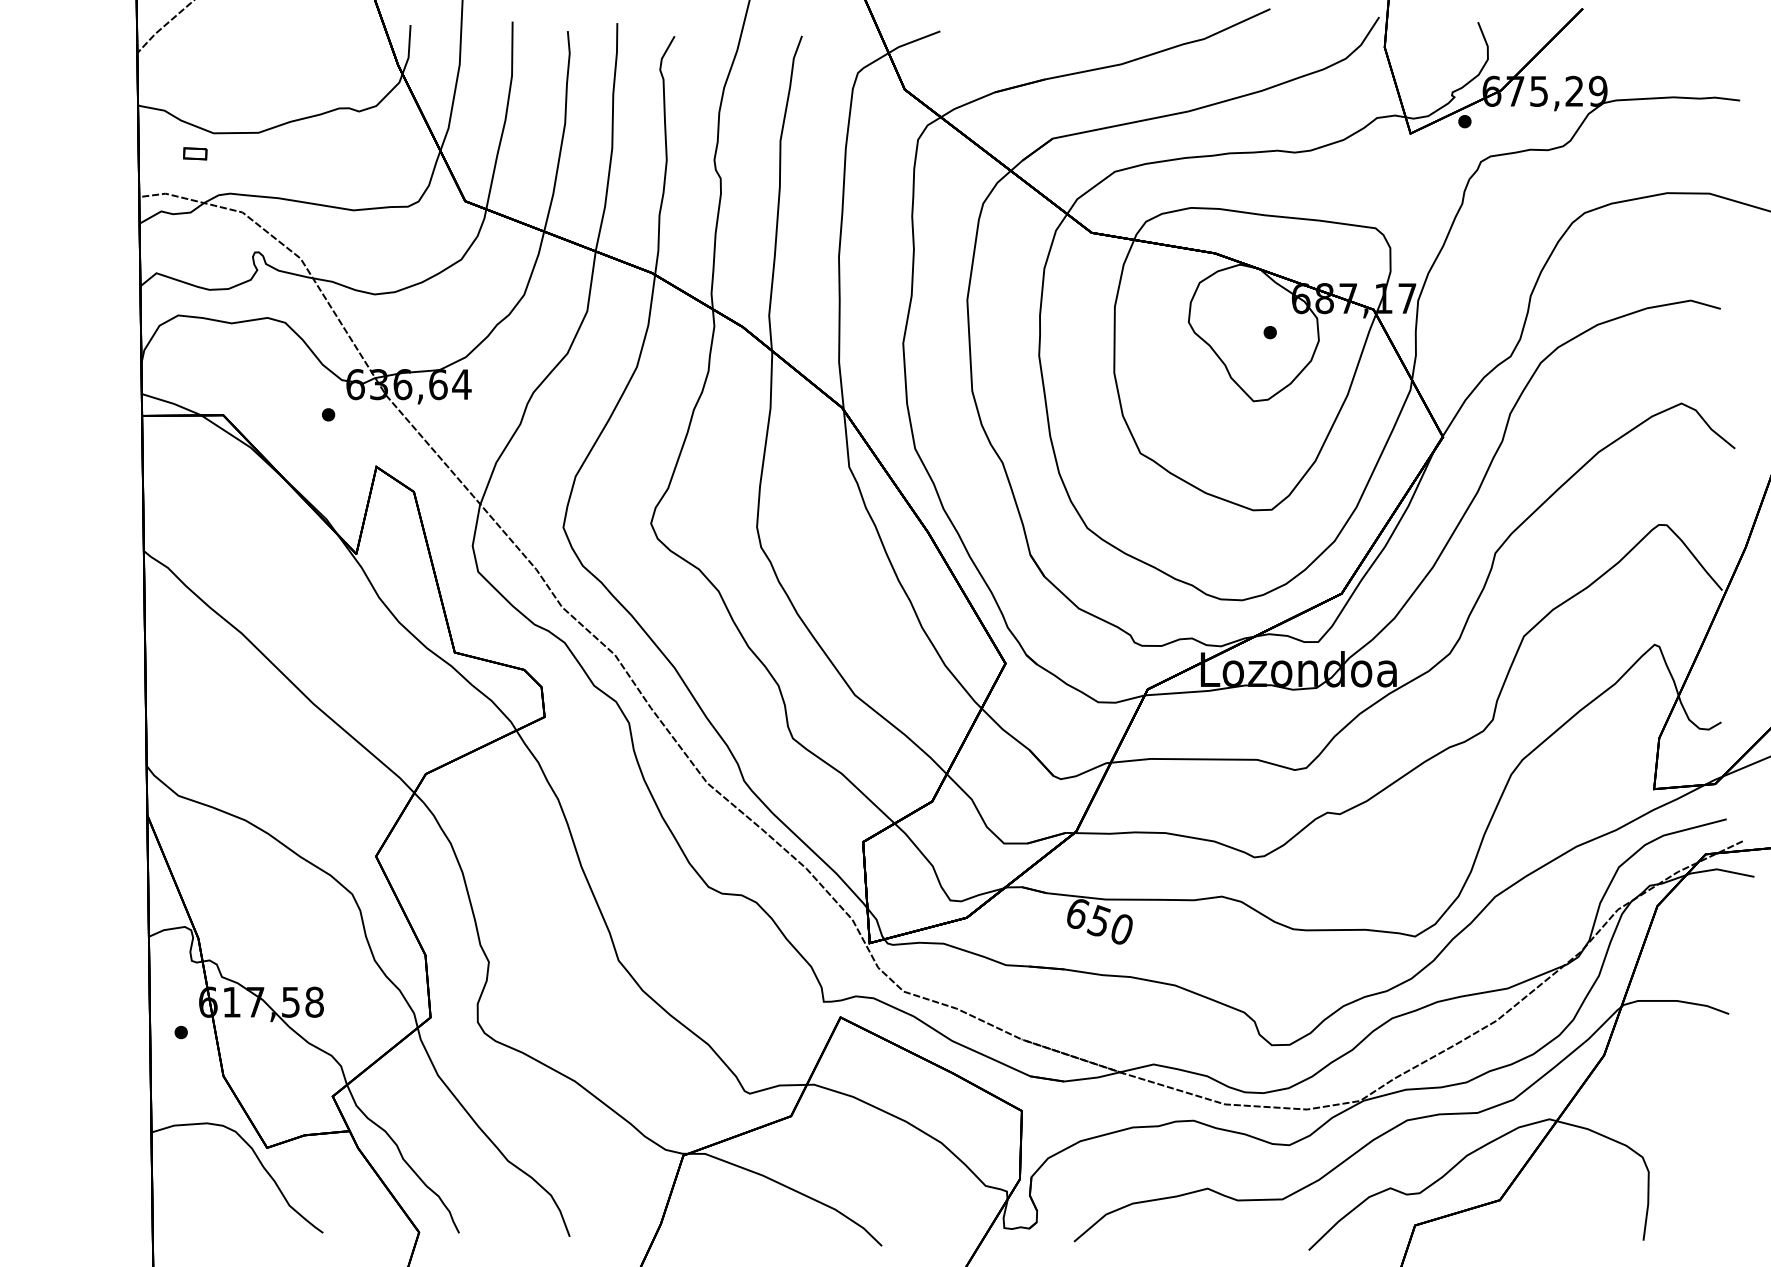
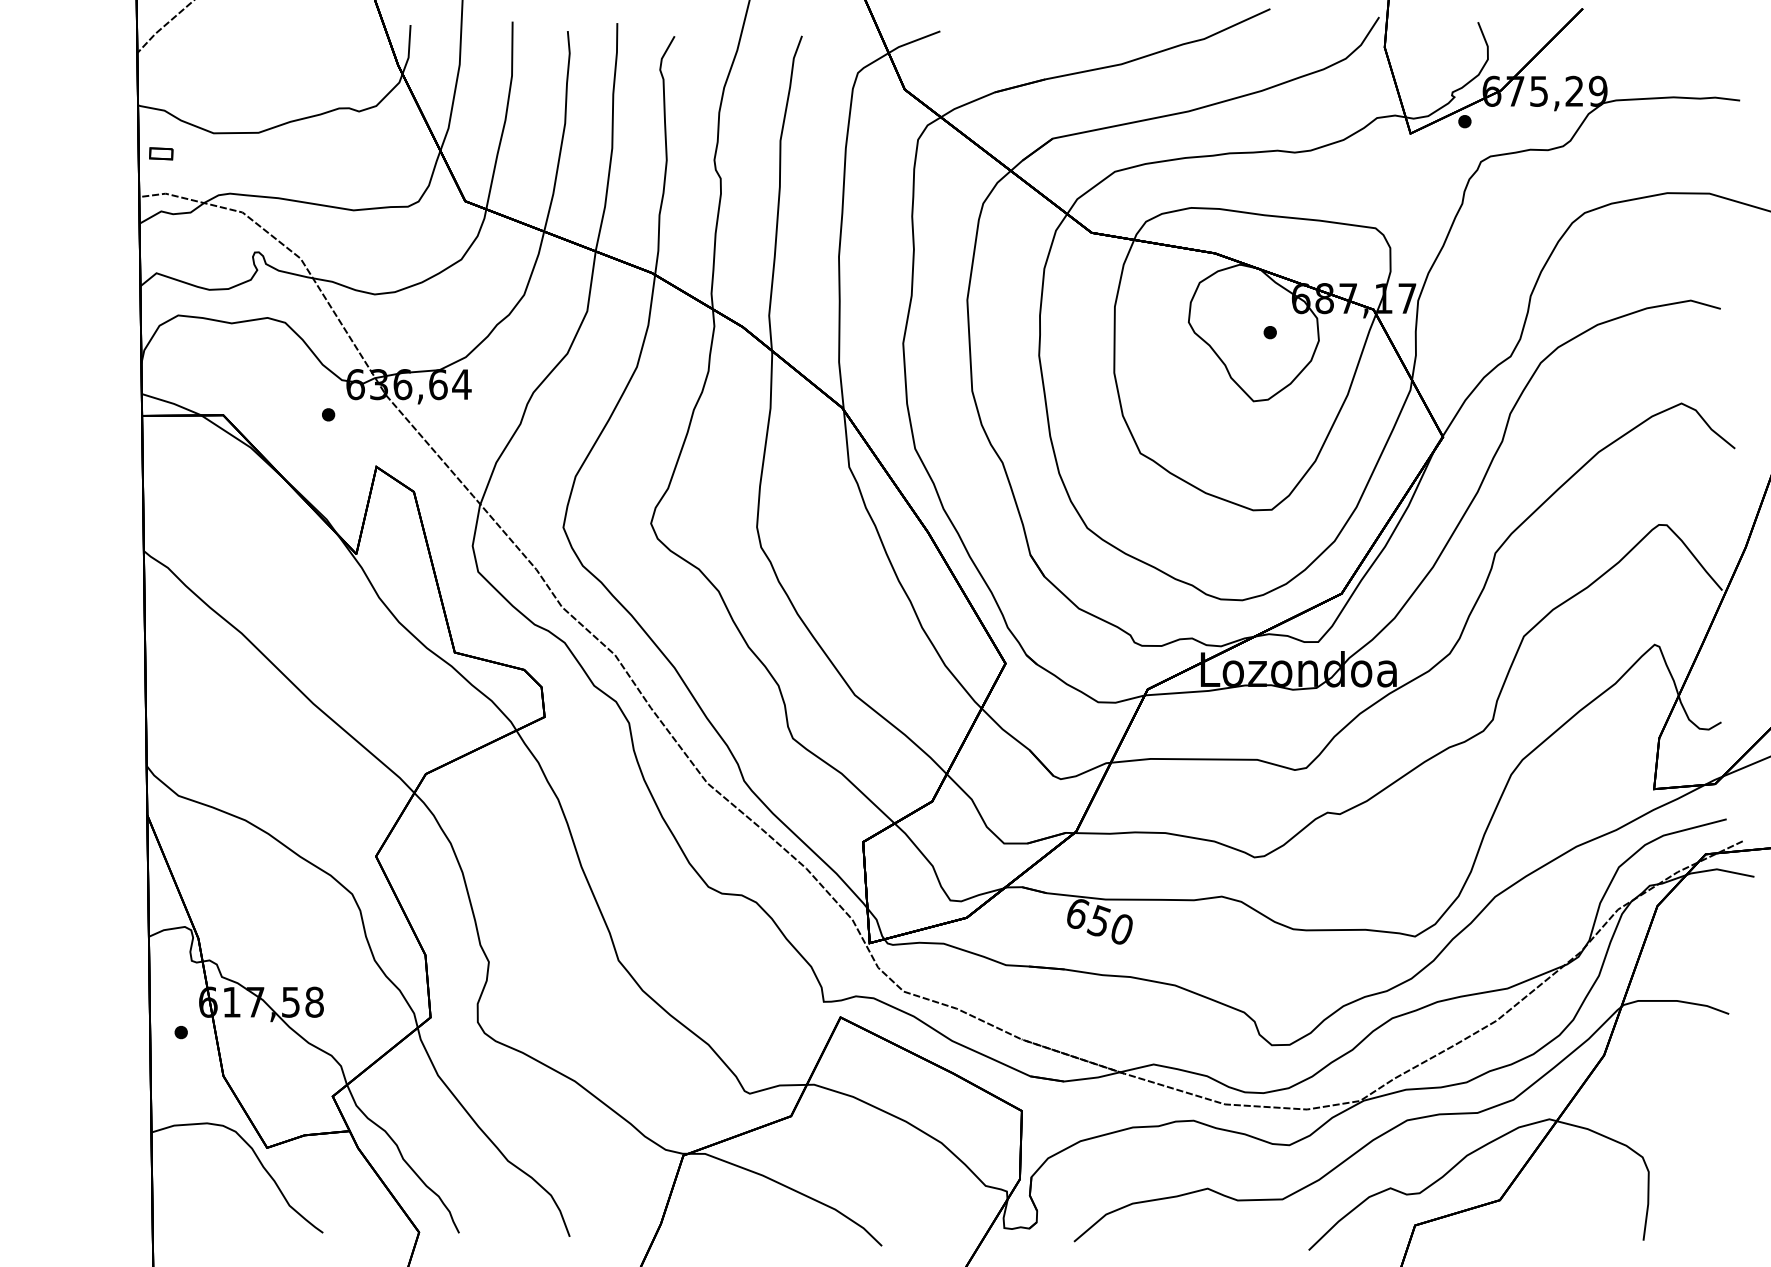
part at (195, 153) position: (195, 153) -> (161, 153)
